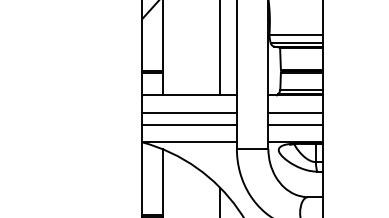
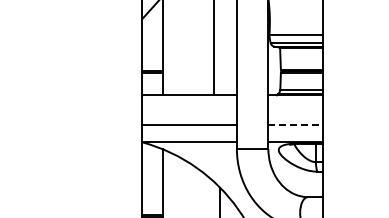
line at (220, 48) position: (220, 48) -> (214, 48)
line at (189, 113): present -> none
line at (295, 113): present -> none
line at (296, 124): solid -> dashed
